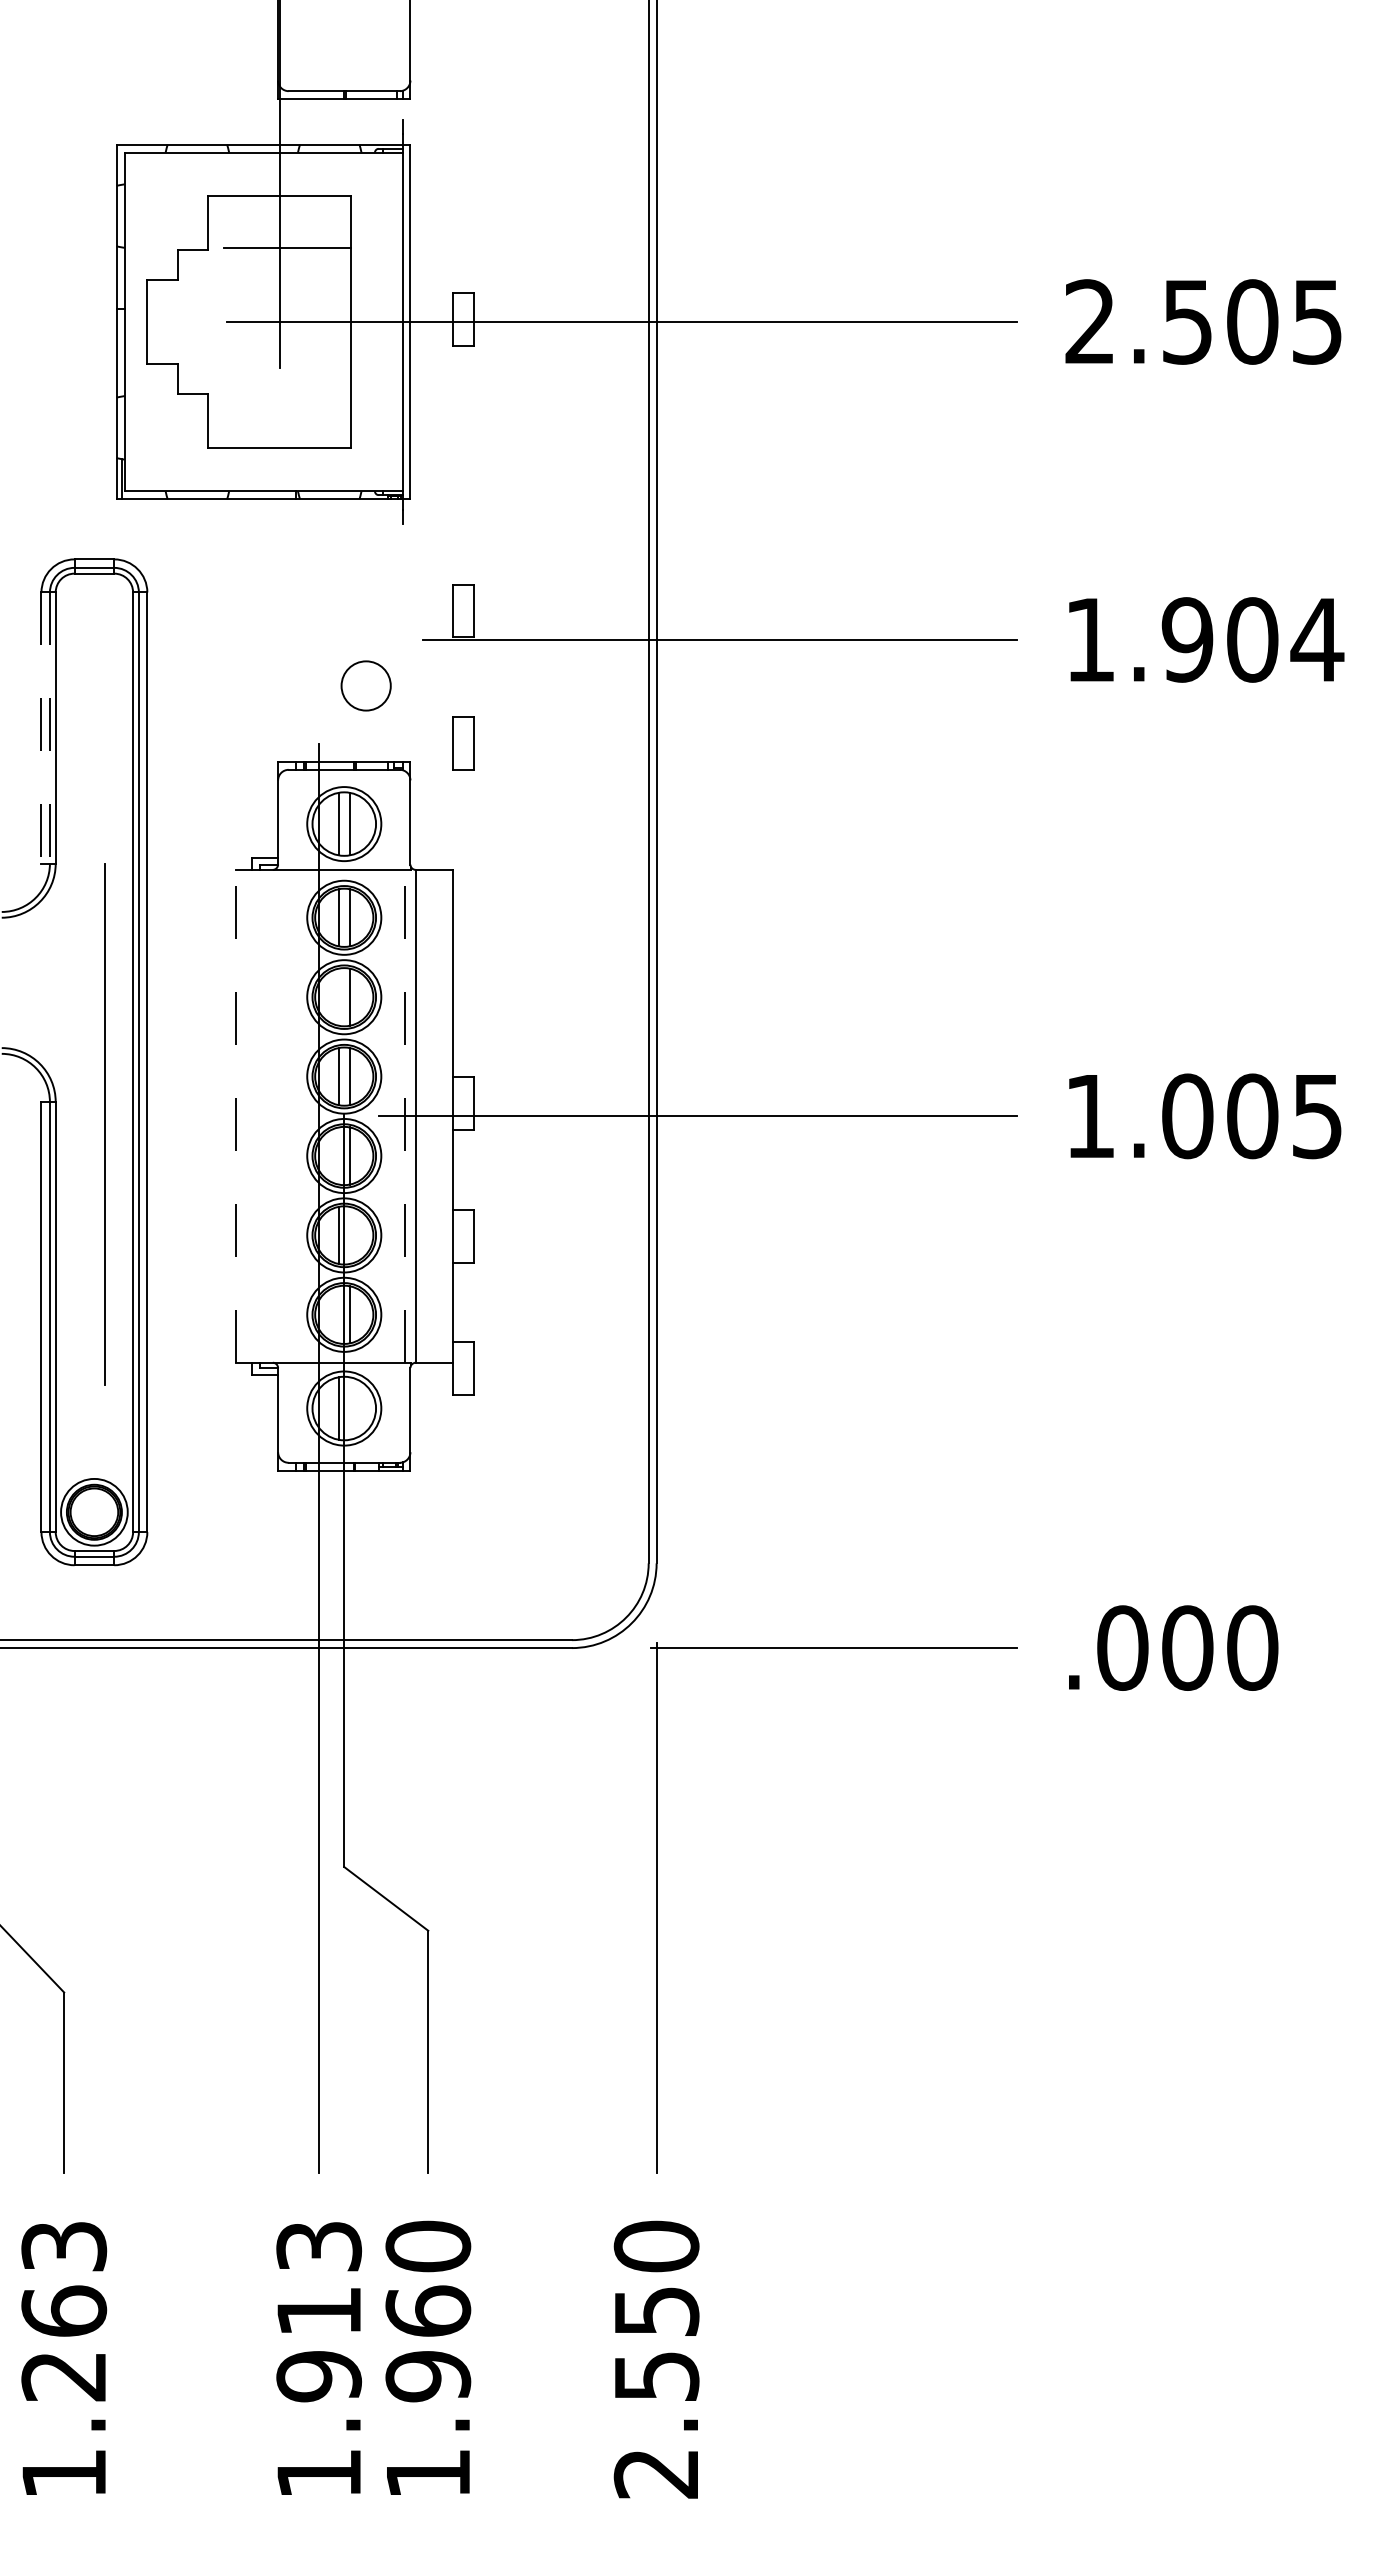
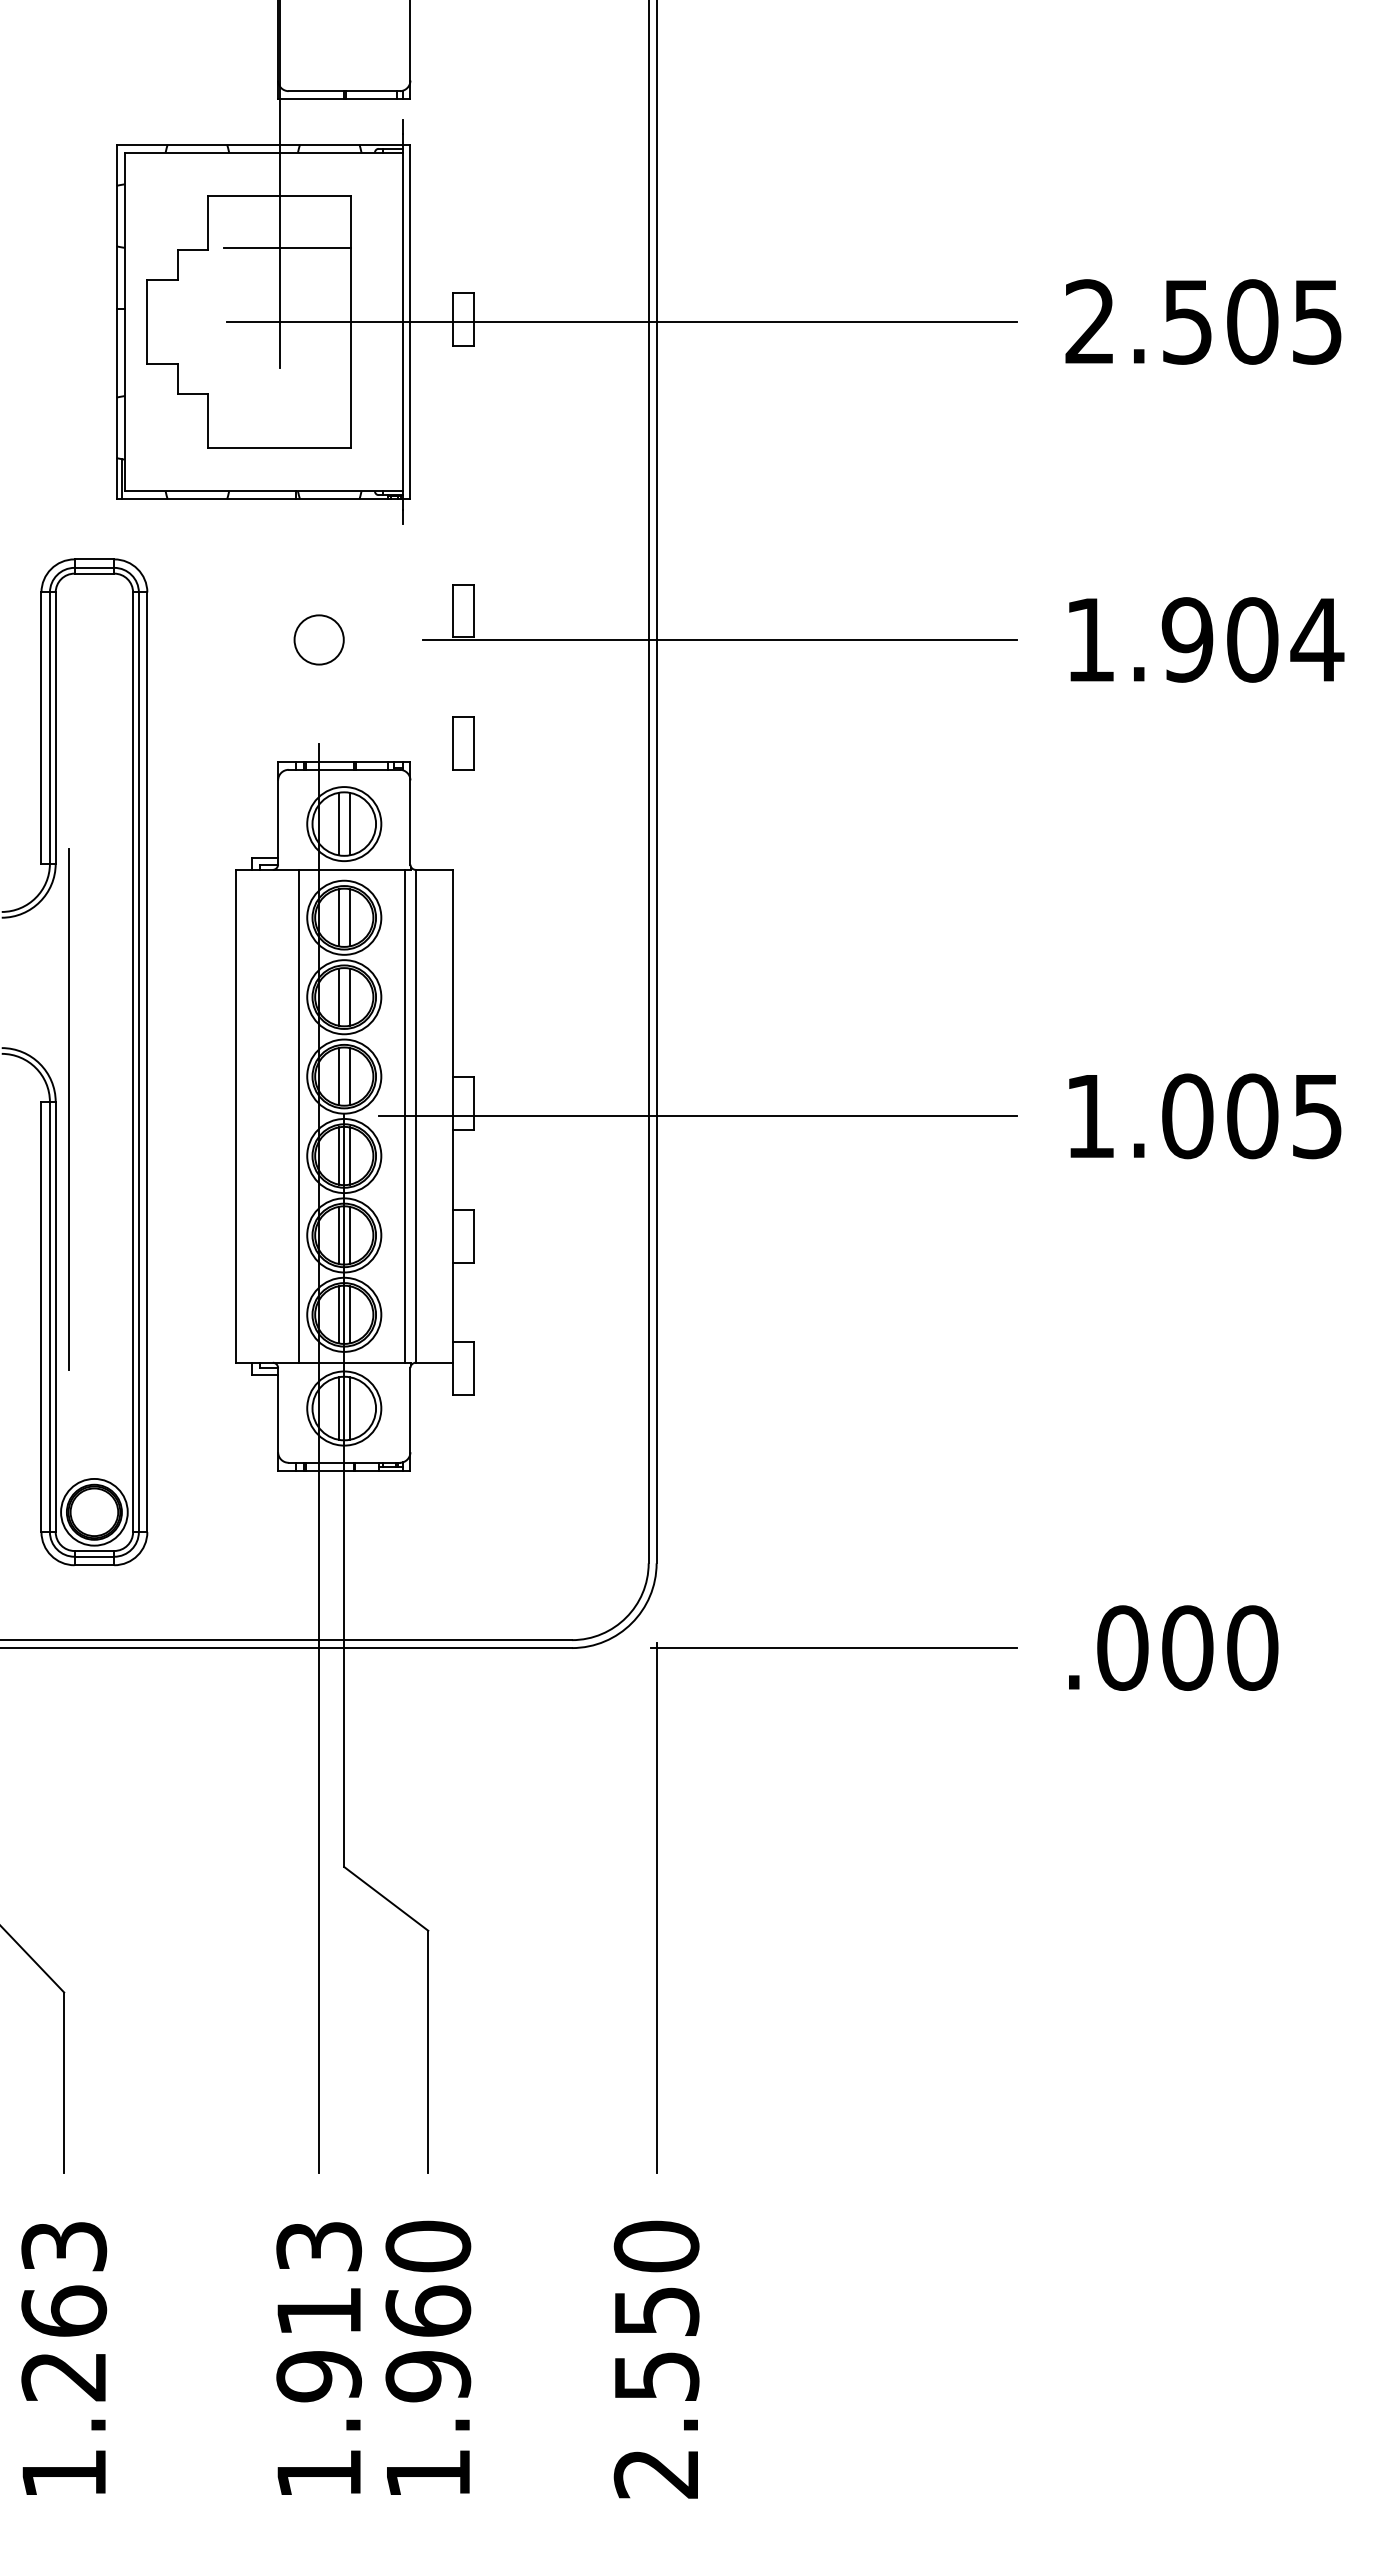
circle at (365, 685) position: (365, 685) -> (318, 639)
line at (41, 728): dashed -> solid
line at (50, 728): dashed -> solid
line at (338, 996): none -> present
line at (235, 1115): dashed -> solid
line at (299, 1115): none -> present
line at (405, 1115): dashed -> solid
line at (104, 1124) position: (104, 1124) -> (68, 1109)
line at (338, 1155): none -> present
line at (349, 1235): none -> present
line at (338, 1314): none -> present
line at (349, 1408): none -> present
